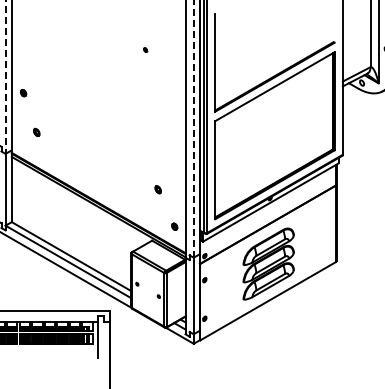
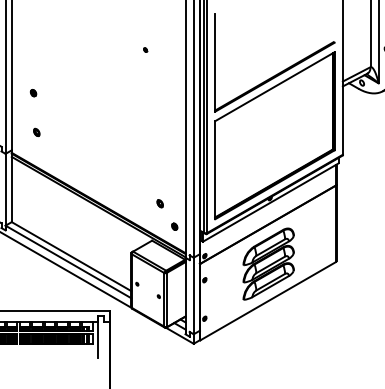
line at (5, 77): dashed -> solid
part at (23, 93) position: (23, 93) -> (33, 93)
line at (193, 128): dashed -> solid
part at (157, 189) position: (157, 189) -> (159, 203)
